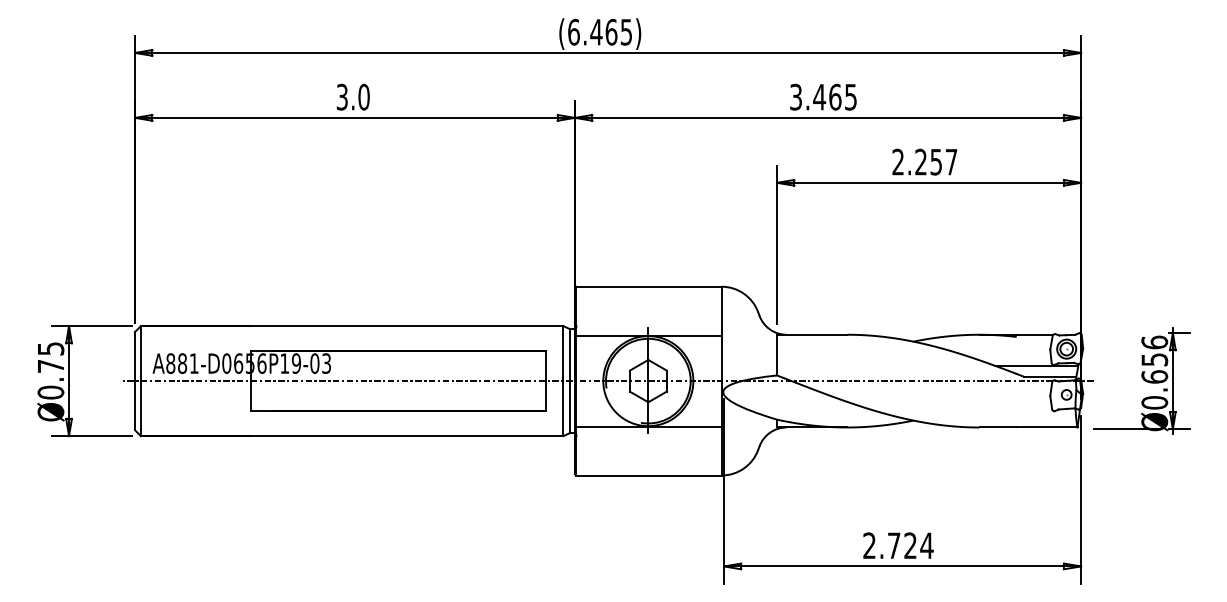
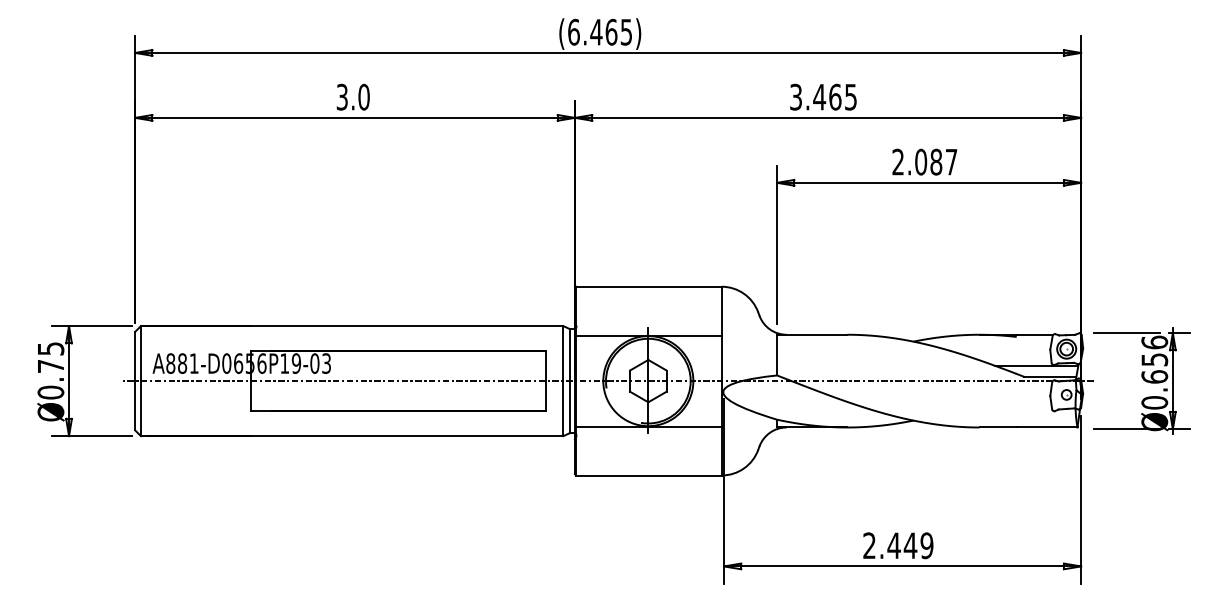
text at (928, 161): 2.257 -> 2.087
line at (1126, 333): none -> present
text at (910, 545): 2.724 -> 2.449
